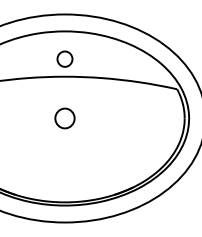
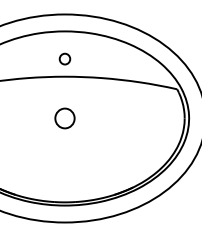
part at (64, 58) size: 18x18 px -> 14x14 px
